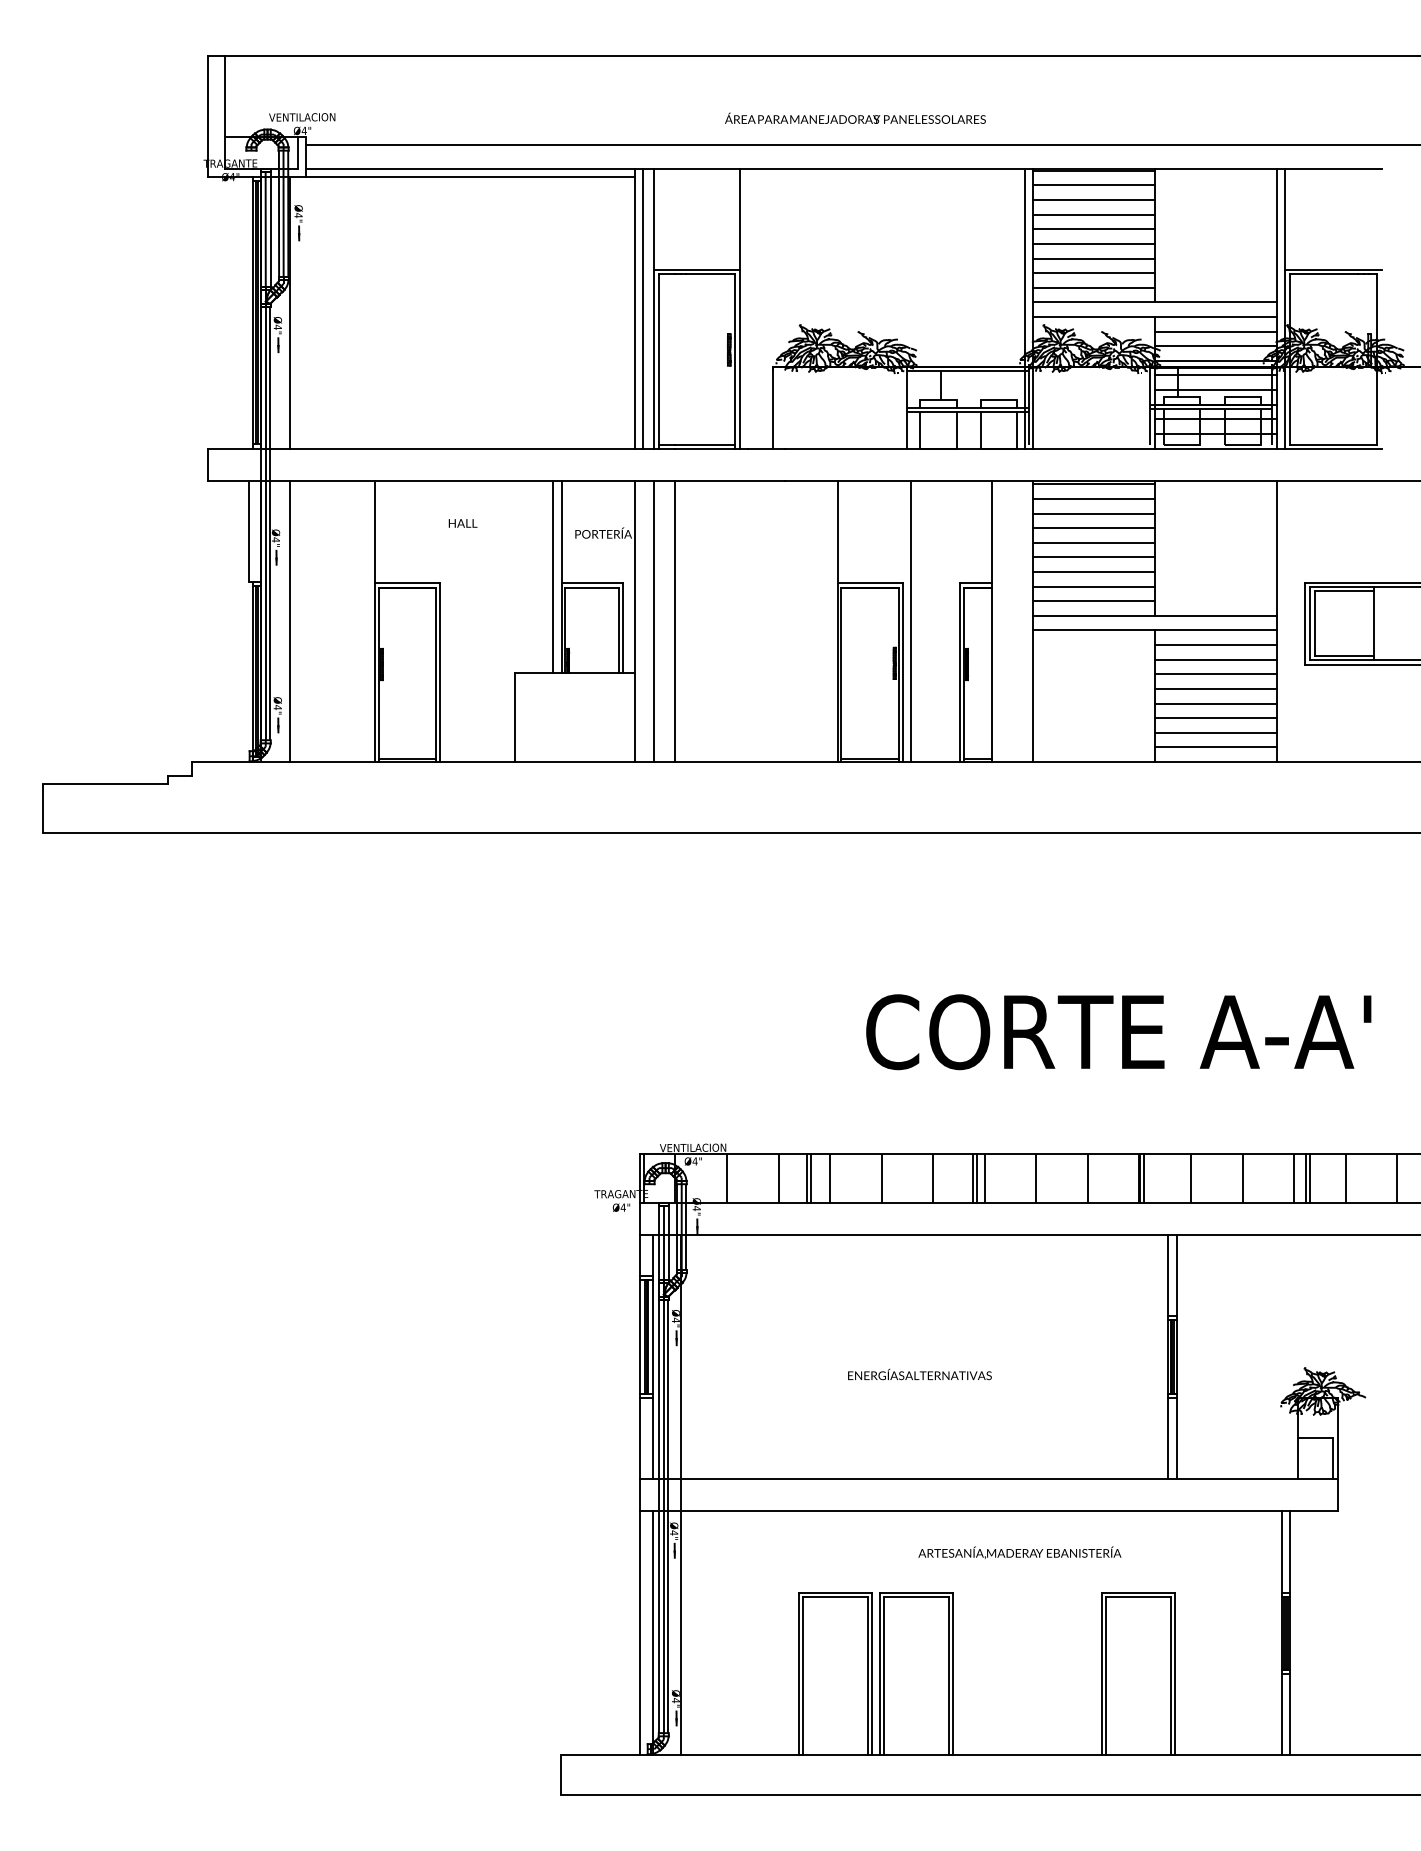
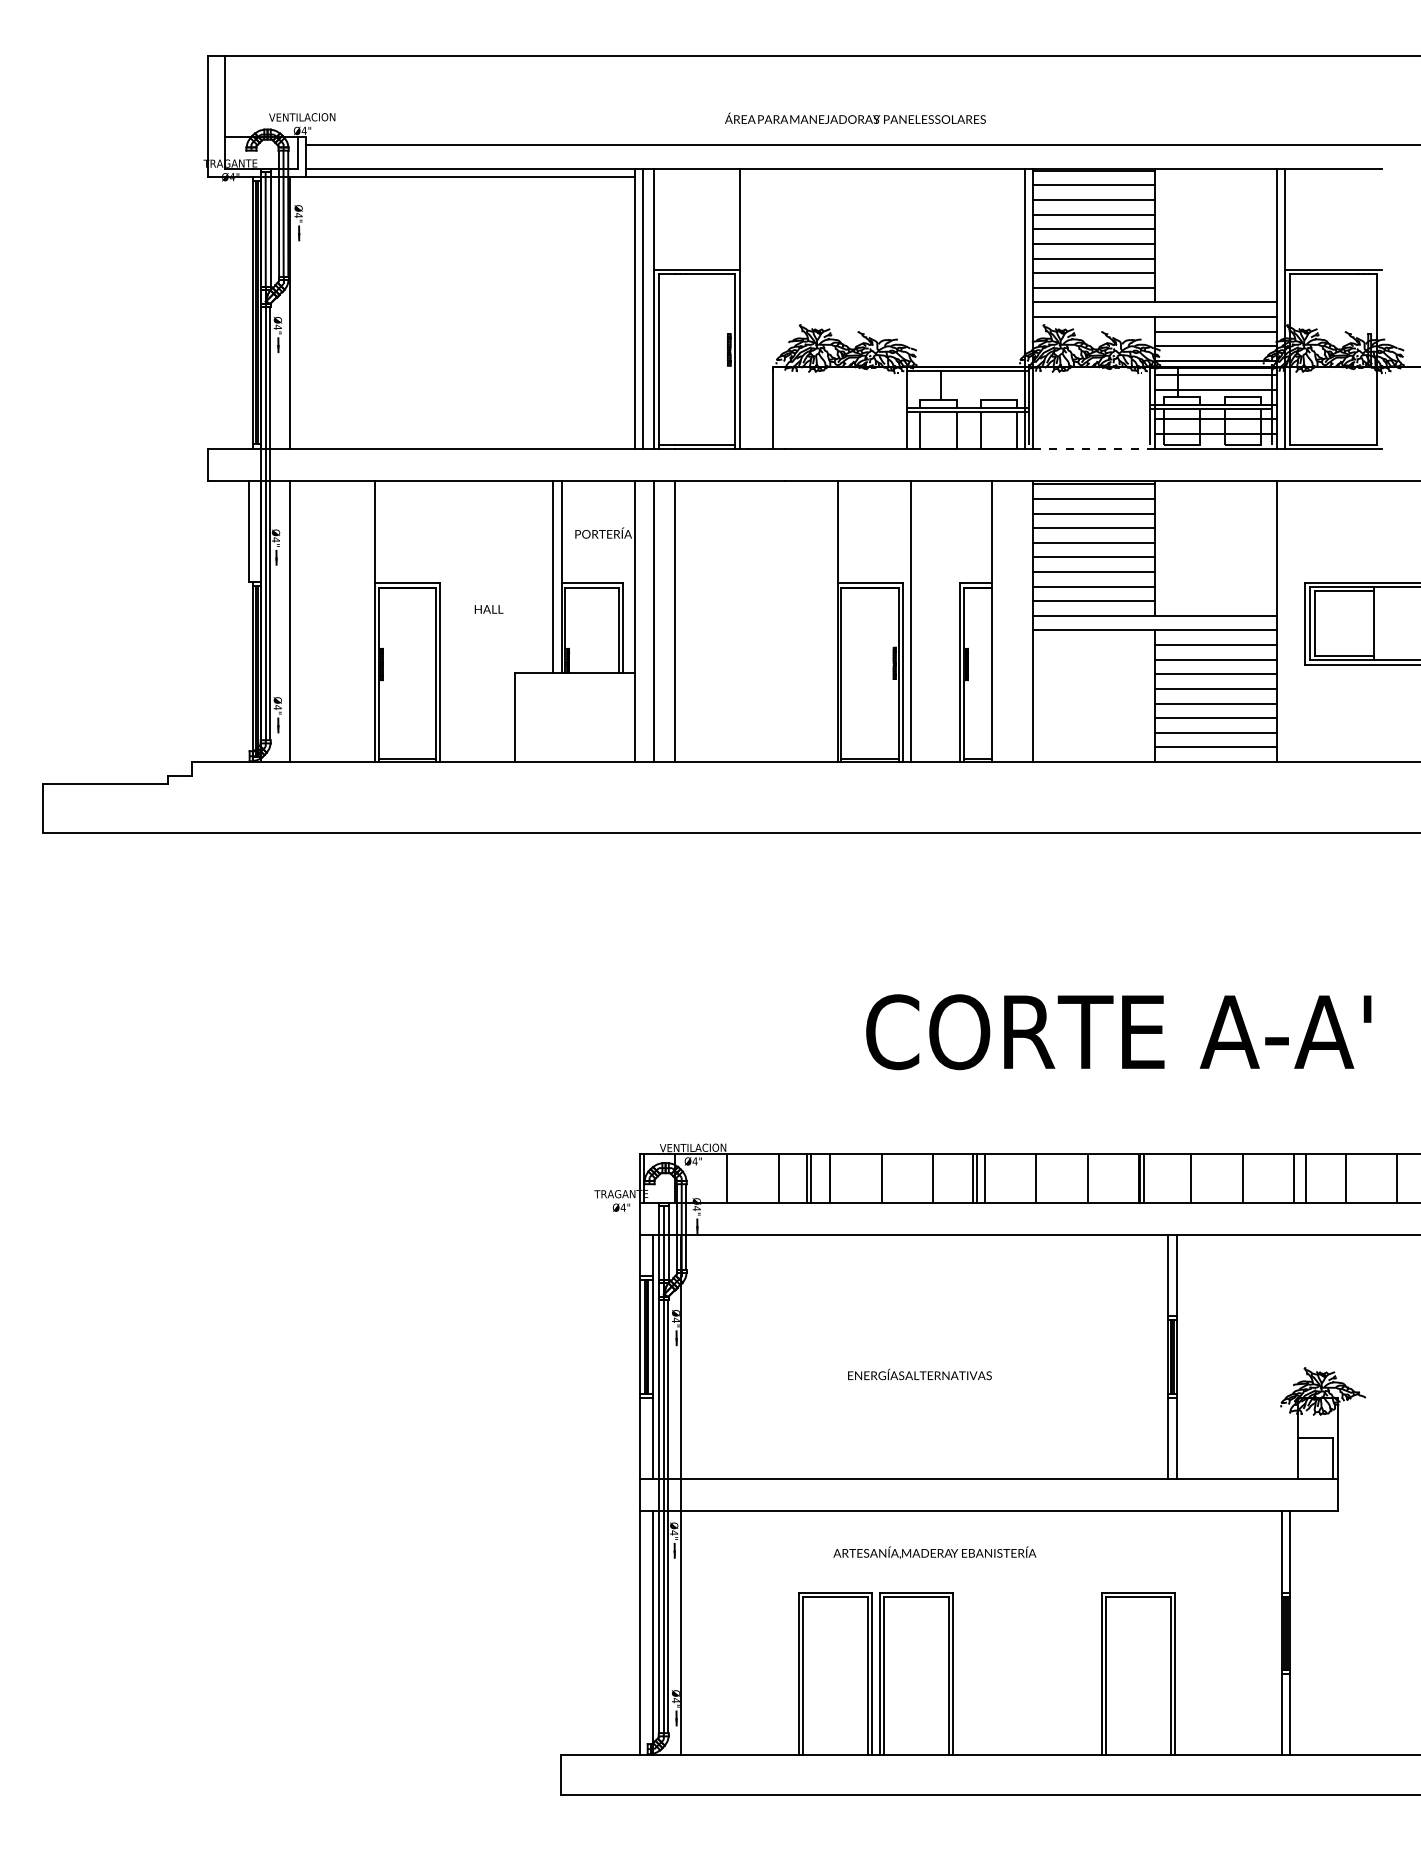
line at (1093, 448): solid -> dashed
text at (462, 523) position: (462, 523) -> (488, 609)
line at (1310, 1178): present -> none
text at (1019, 1552) position: (1019, 1552) -> (934, 1552)
